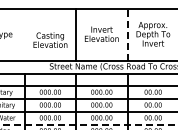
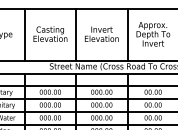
line at (24, 34): none -> present
line at (127, 35): dashed -> solid
text at (50, 39) position: (50, 39) -> (50, 33)
line at (89, 124): dashed -> solid
